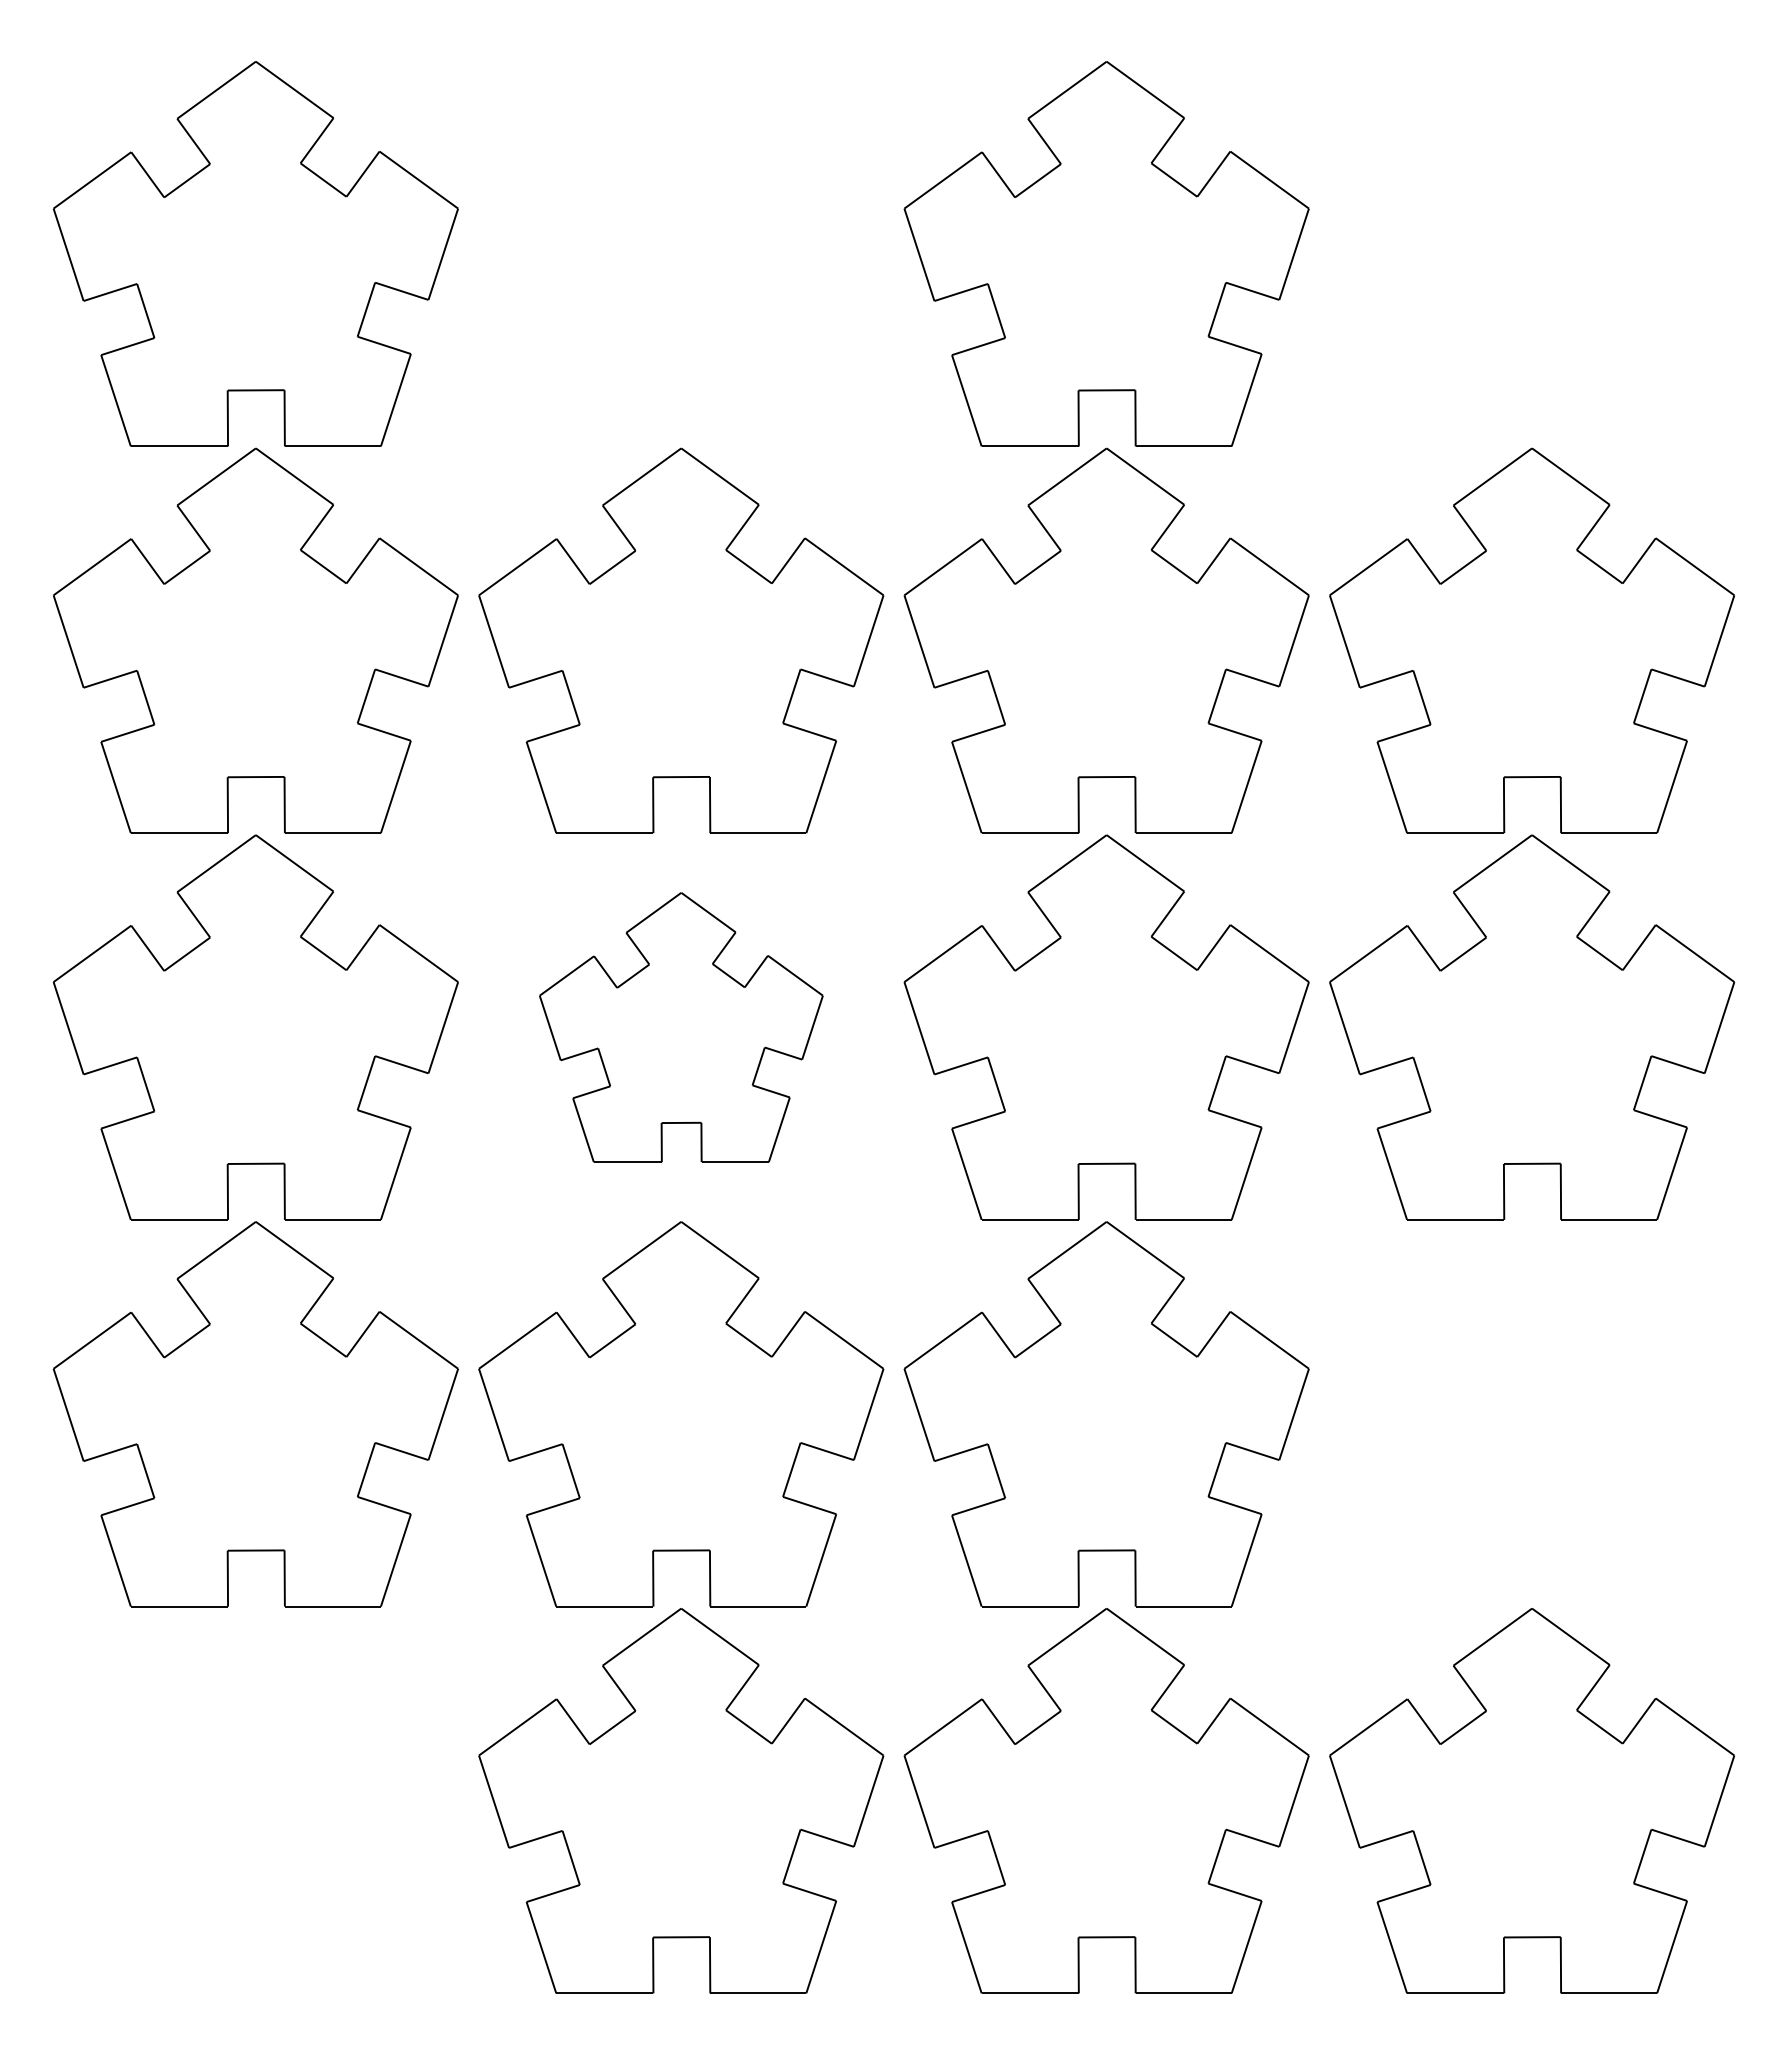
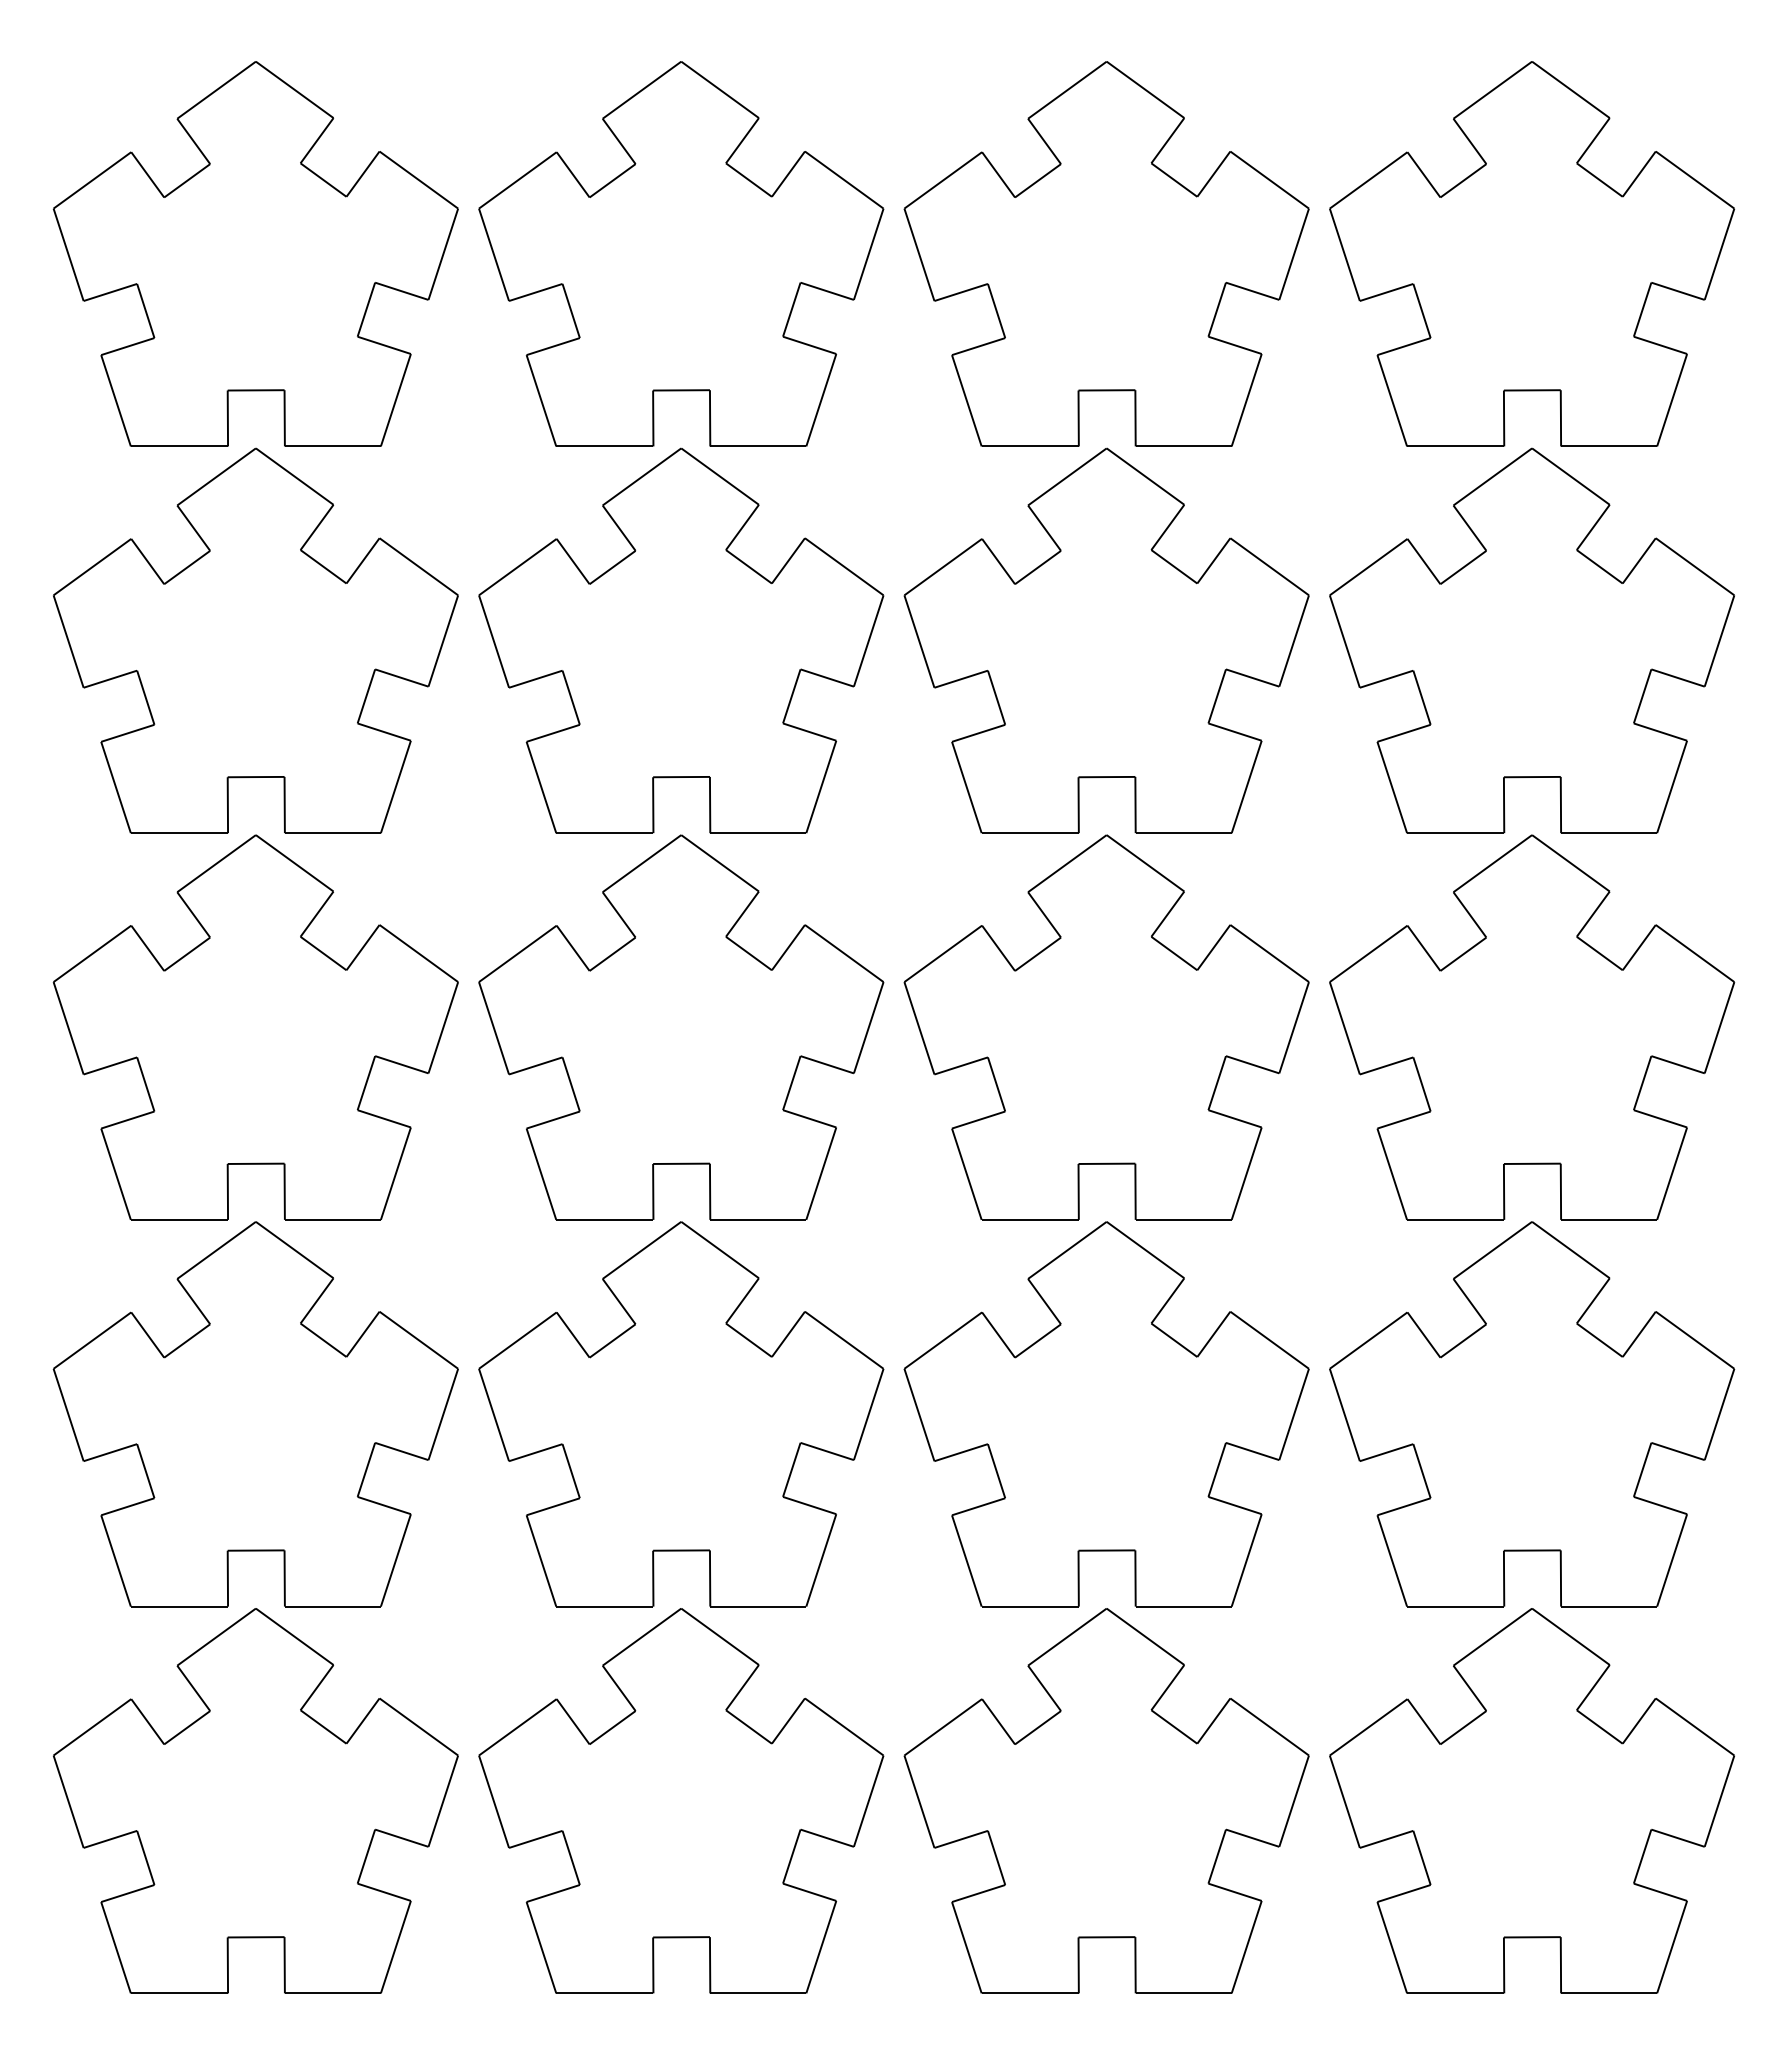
part at (681, 253): none -> present
part at (1532, 253): none -> present
part at (681, 1027) size: 285x271 px -> 407x387 px
part at (1532, 1414): none -> present
part at (255, 1800): none -> present
